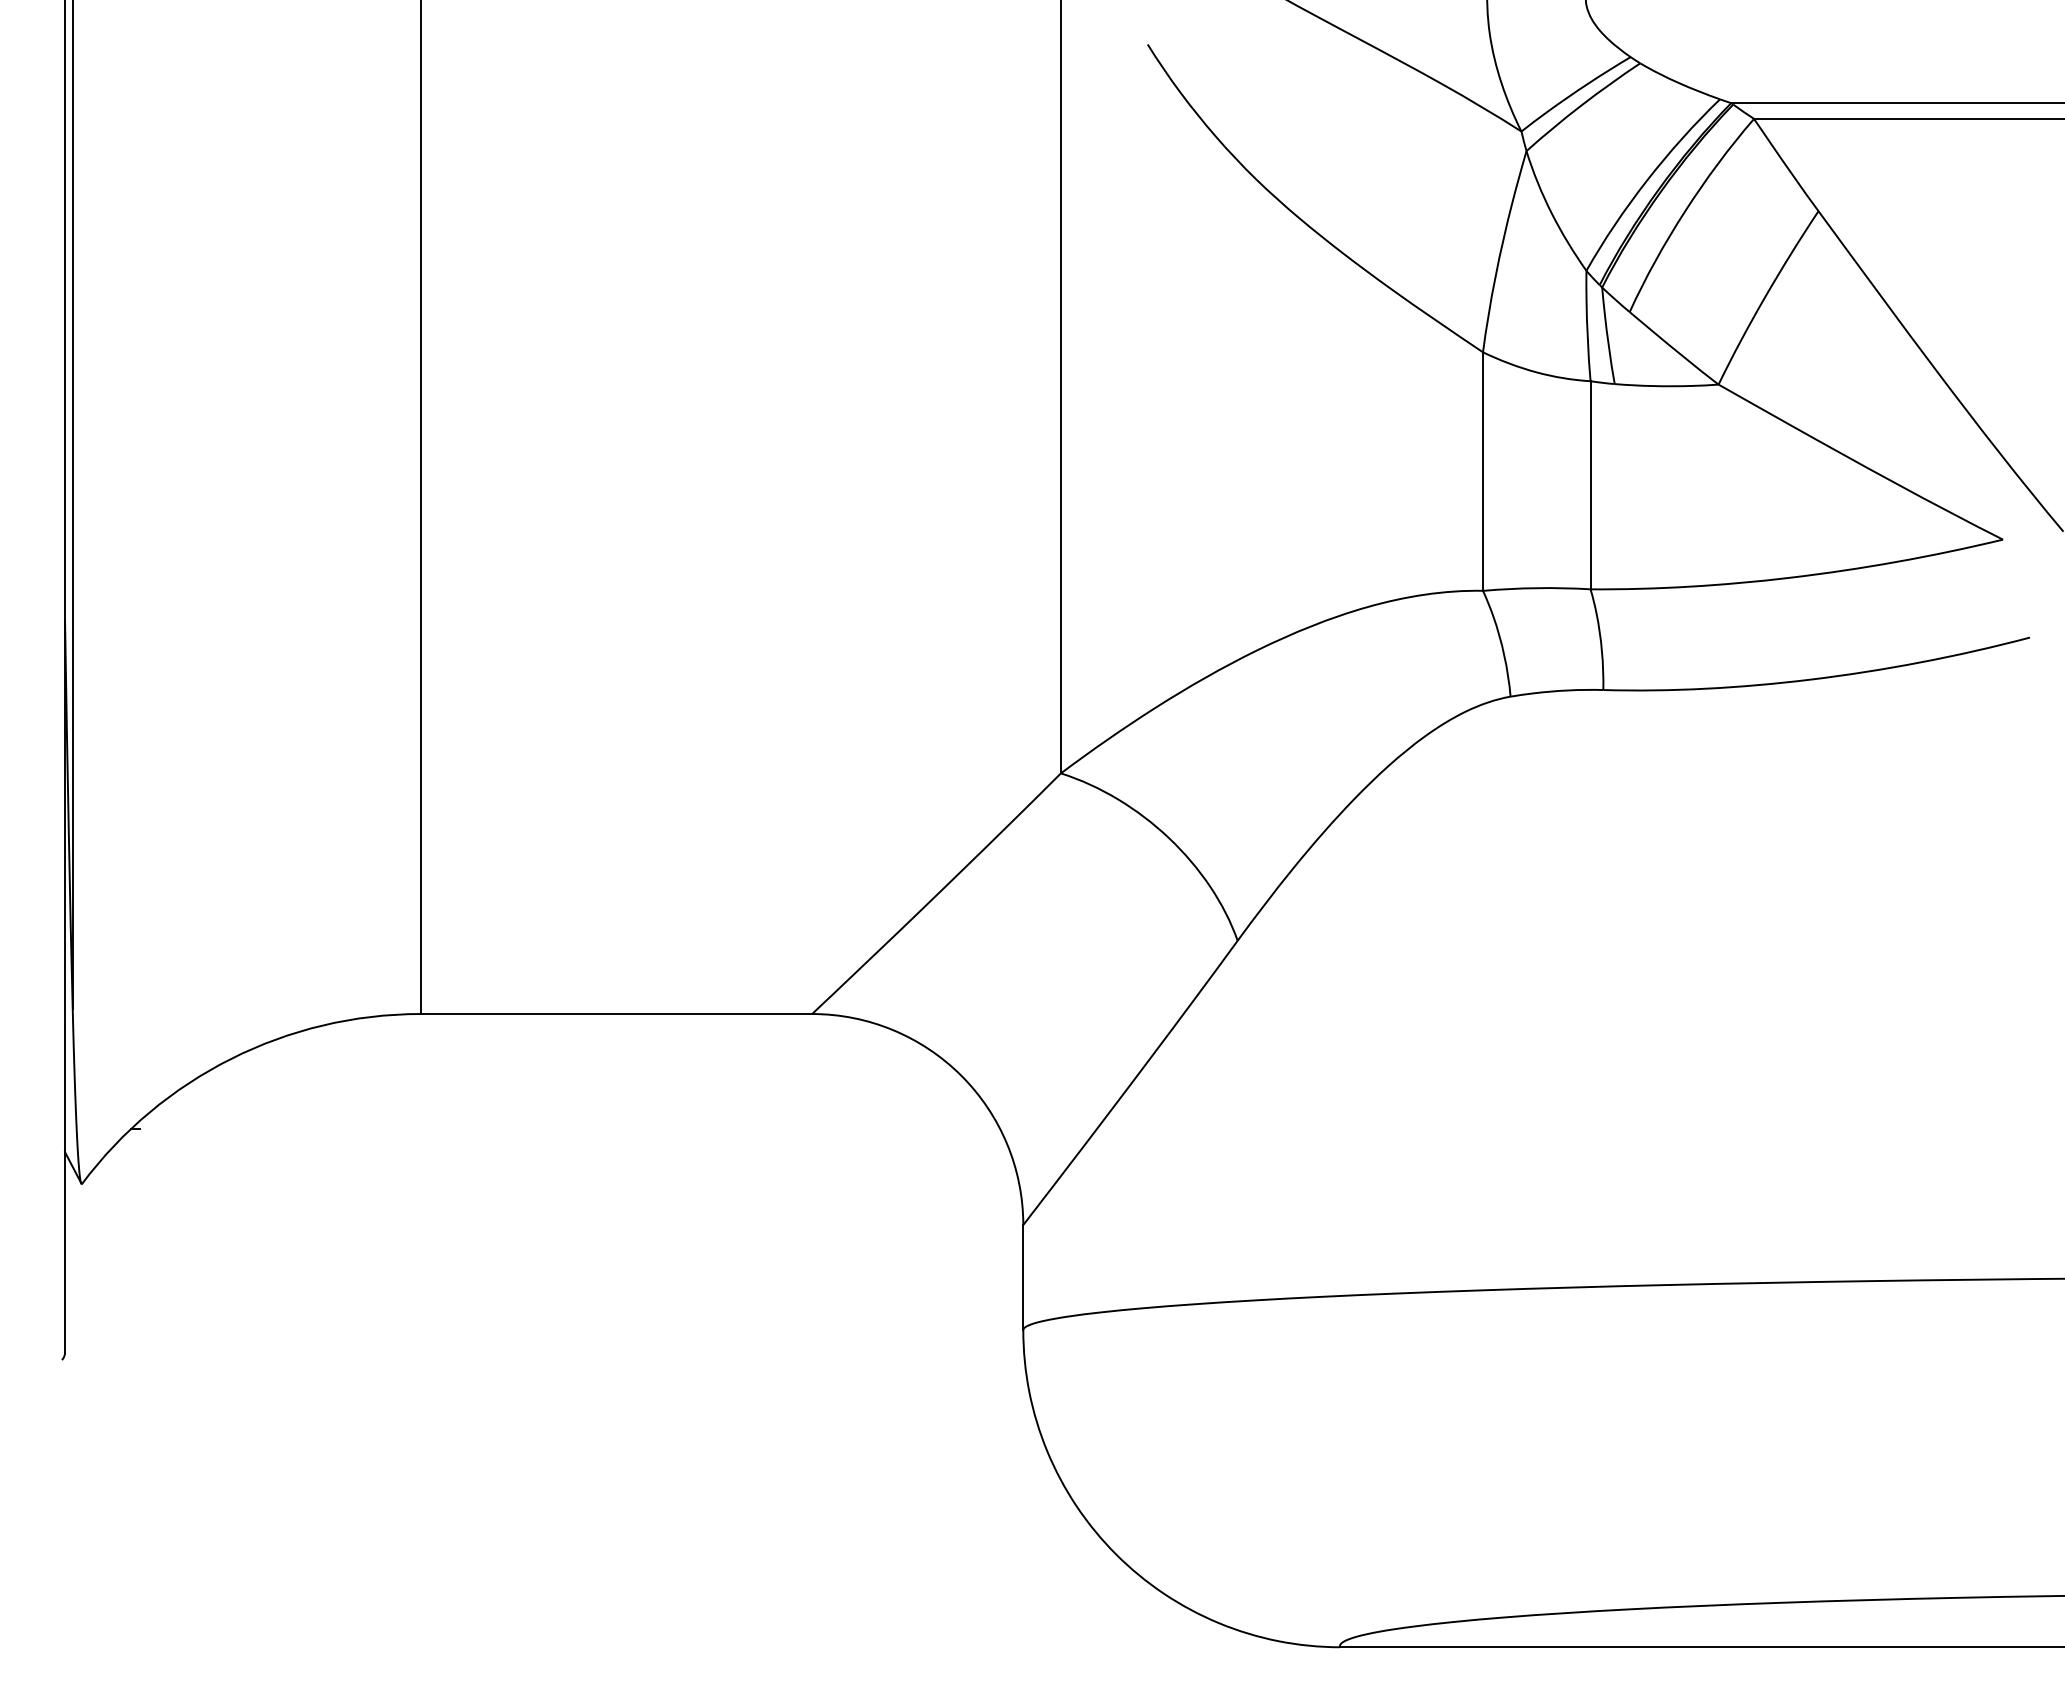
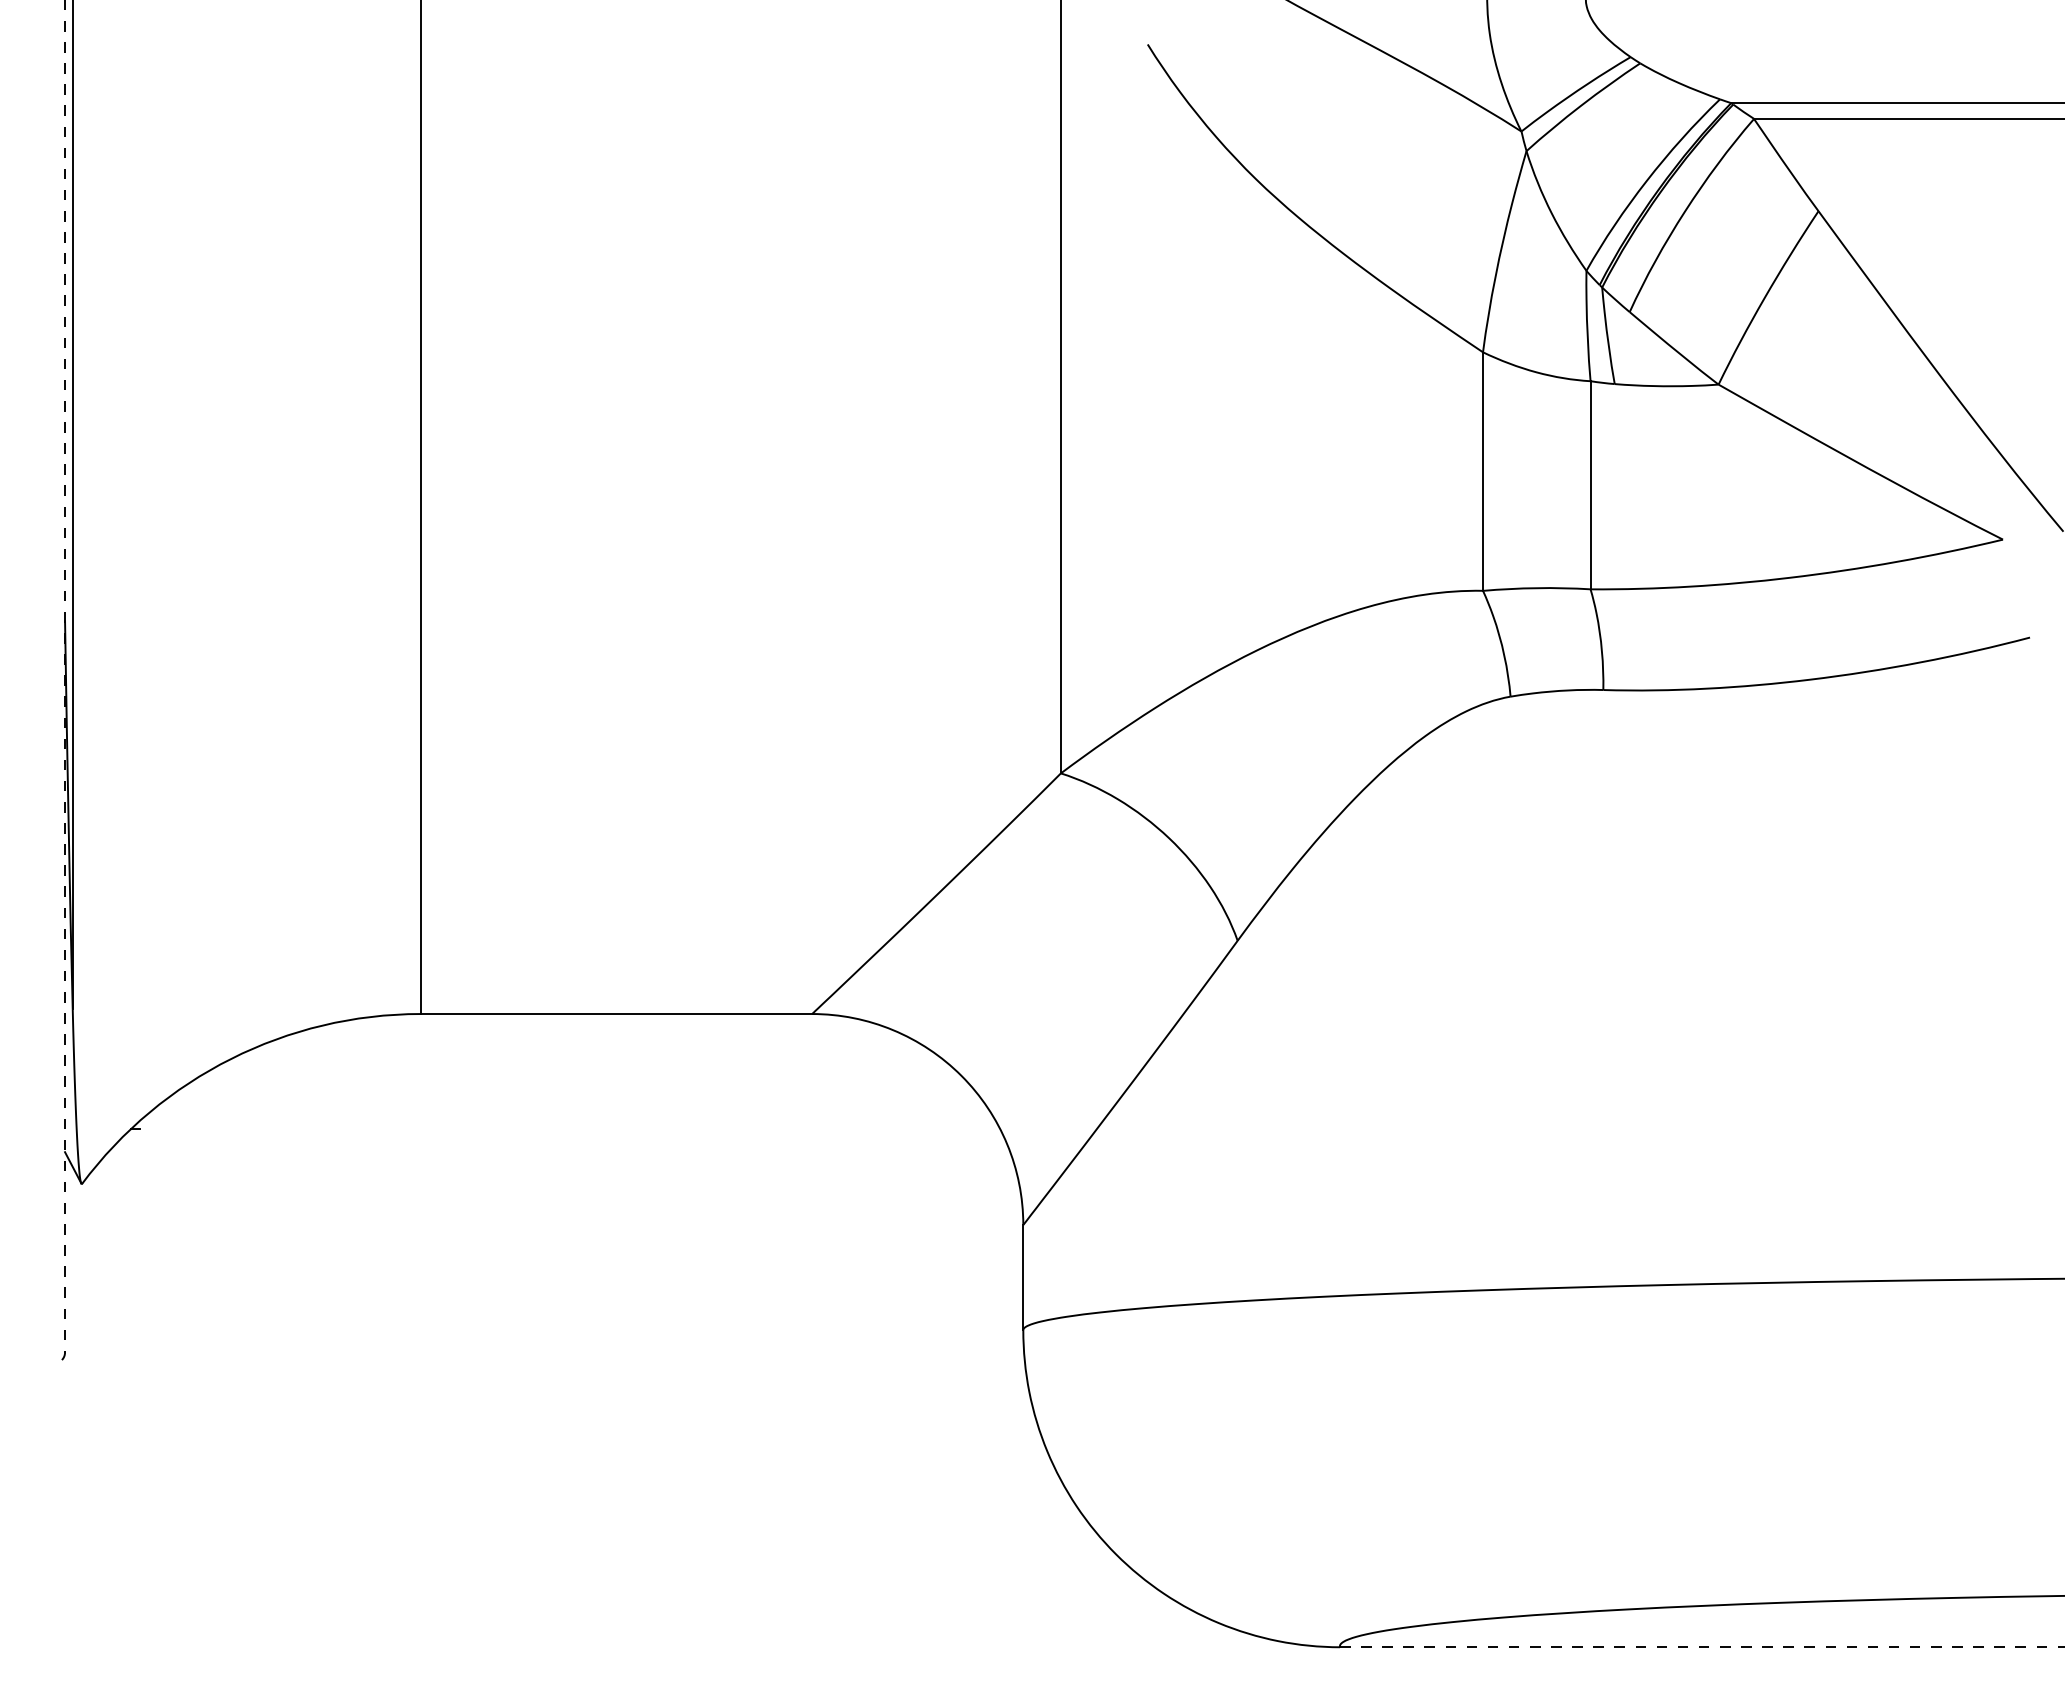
line at (65, 676): solid -> dashed
line at (1703, 1647): solid -> dashed
